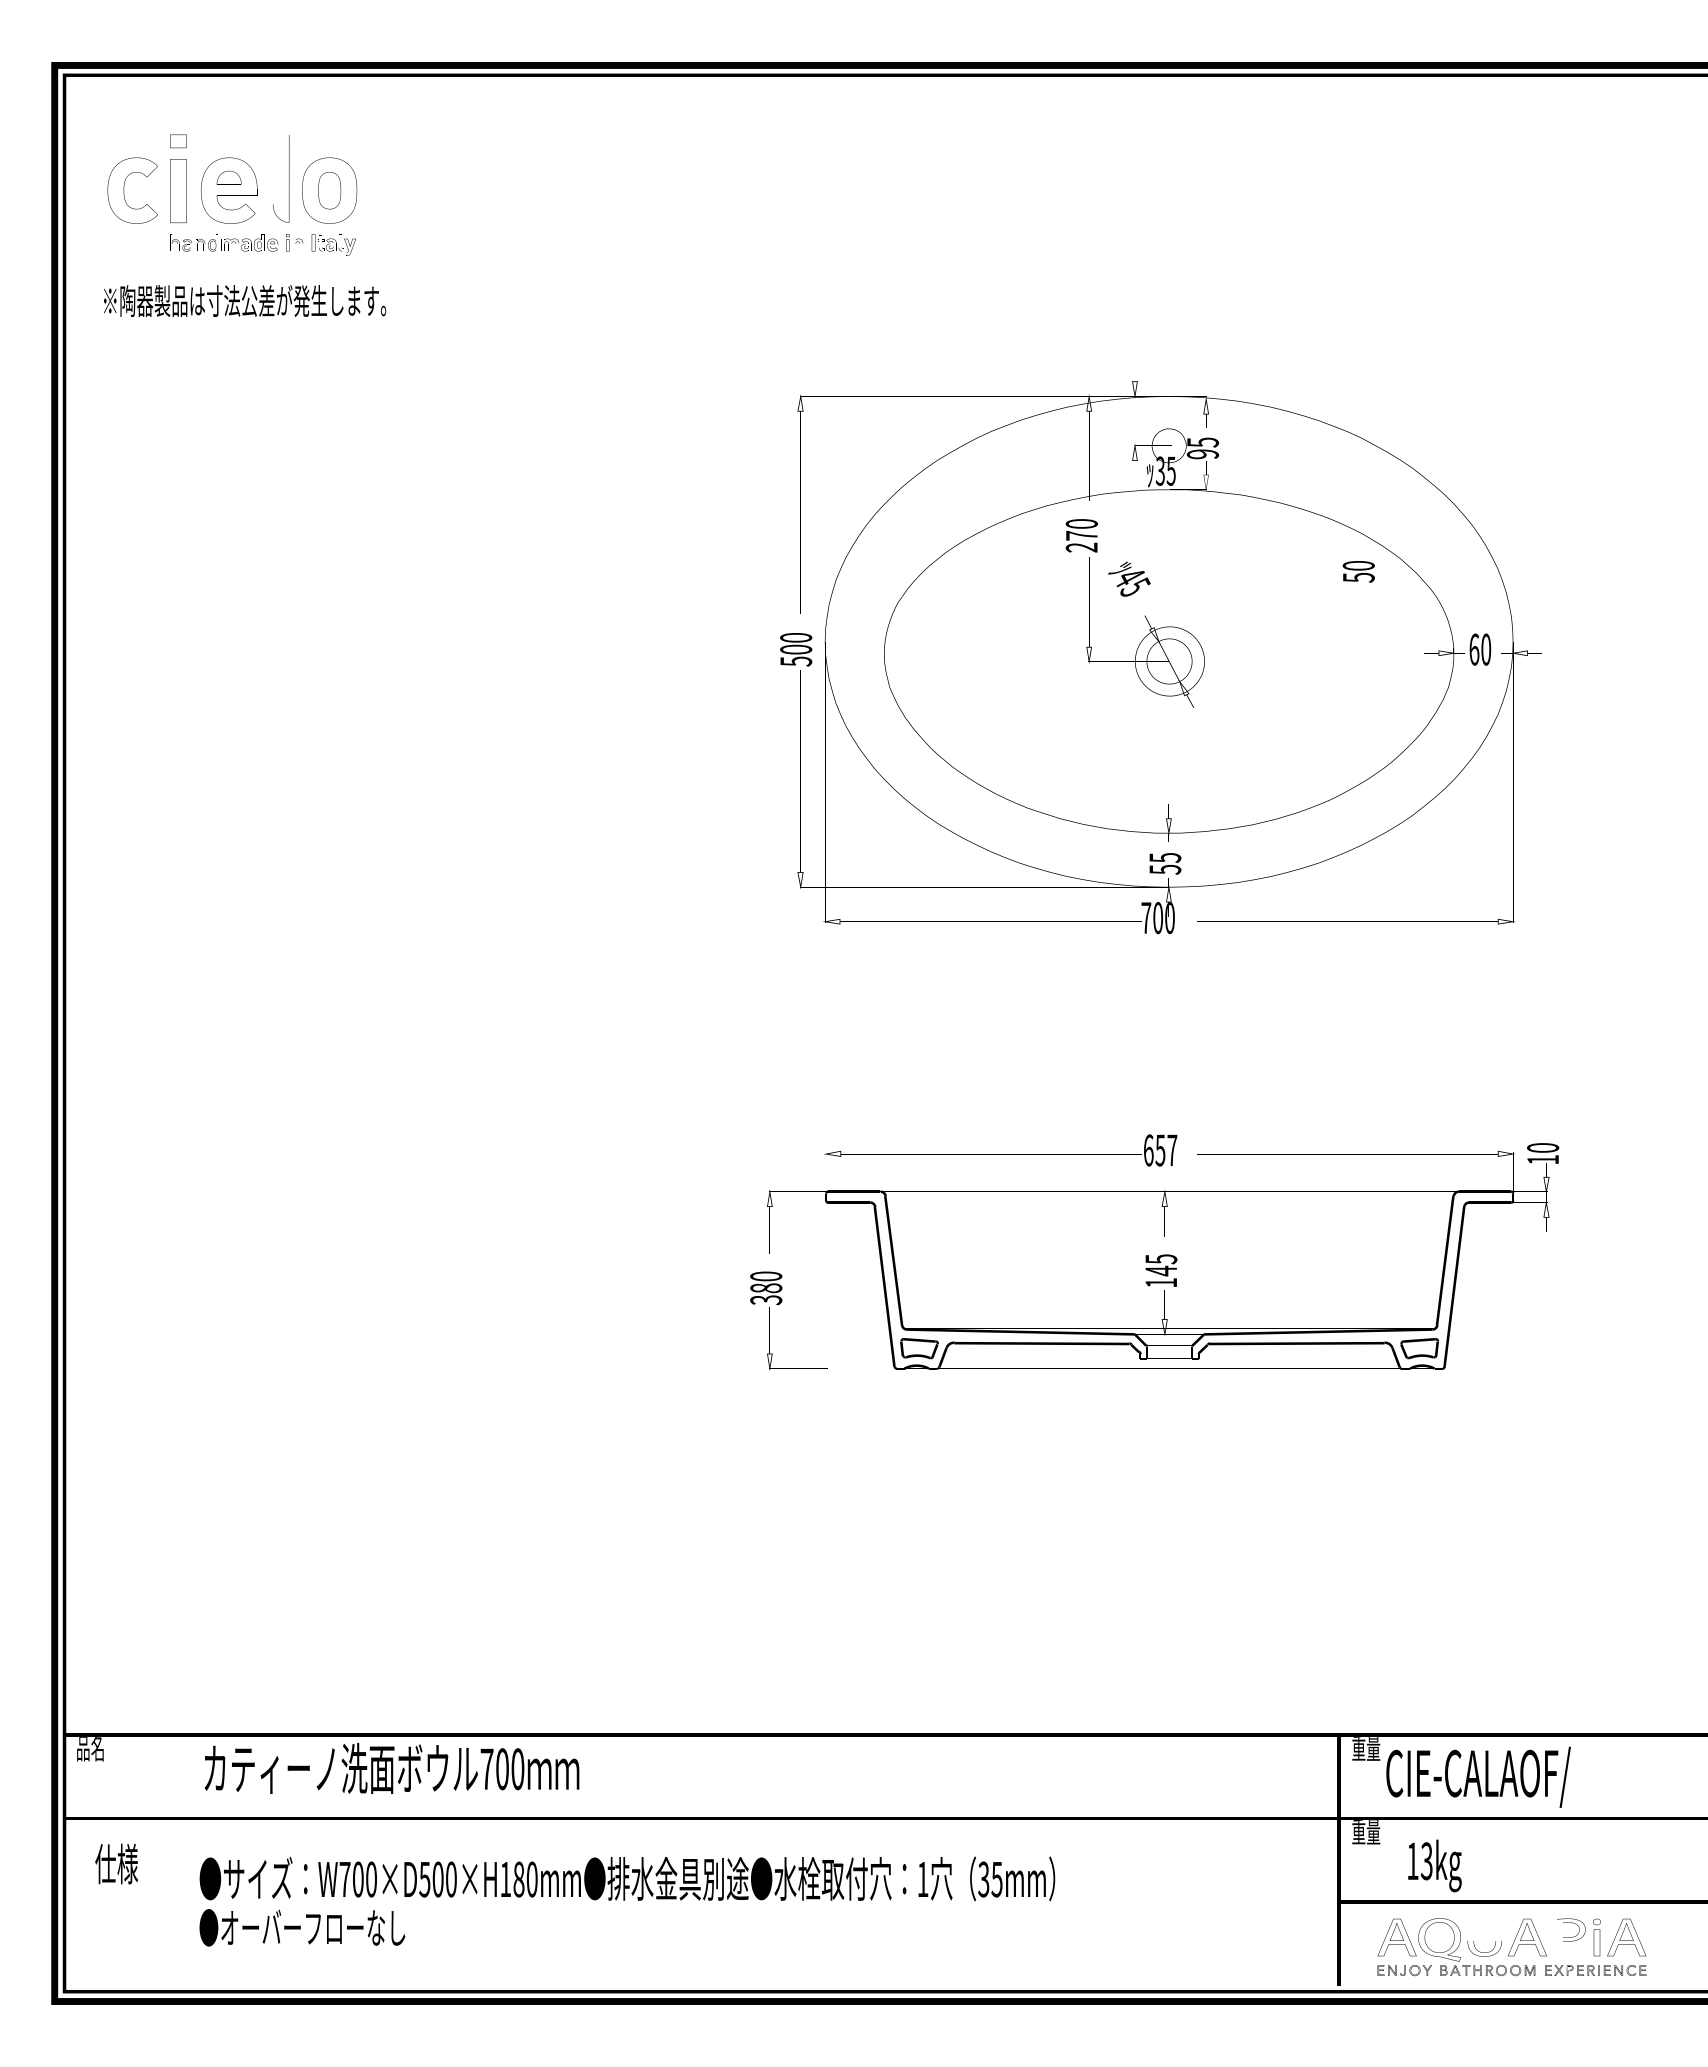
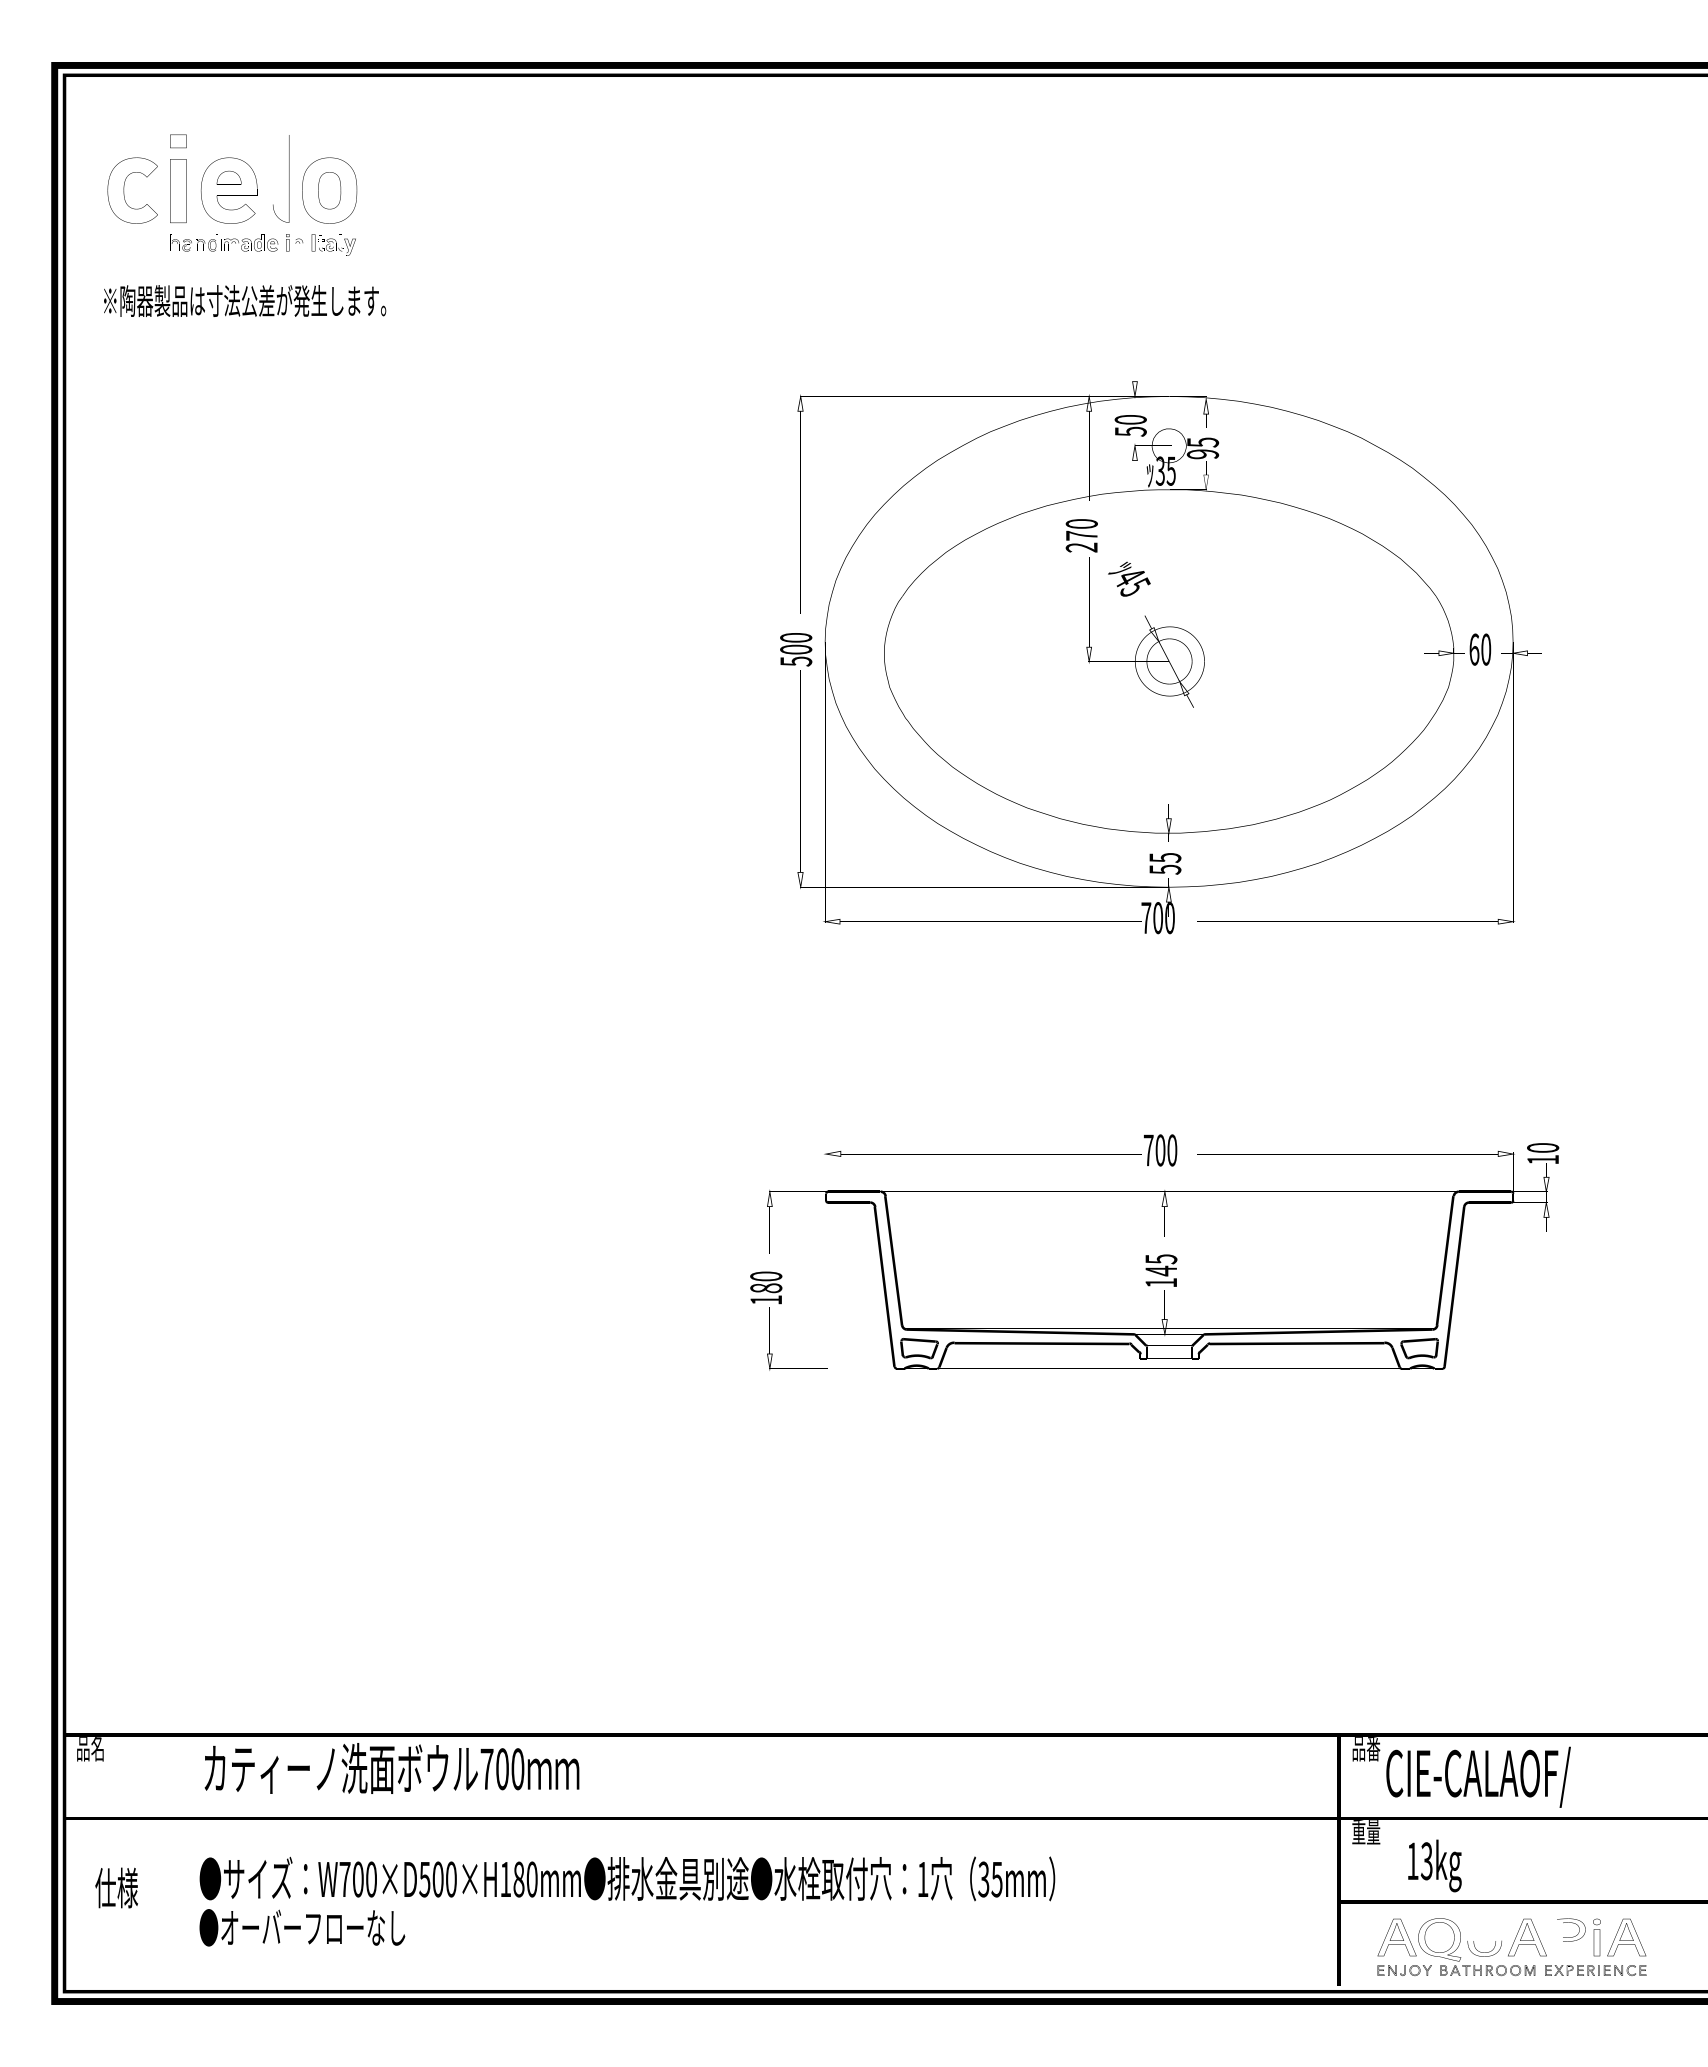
text at (1358, 571) position: (1358, 571) -> (1130, 425)
text at (1160, 1150): 657 -> 700
text at (766, 1300): 380 -> 180
text at (1366, 1749): 重量 -> 品番
text at (116, 1863) position: (116, 1863) -> (116, 1887)
